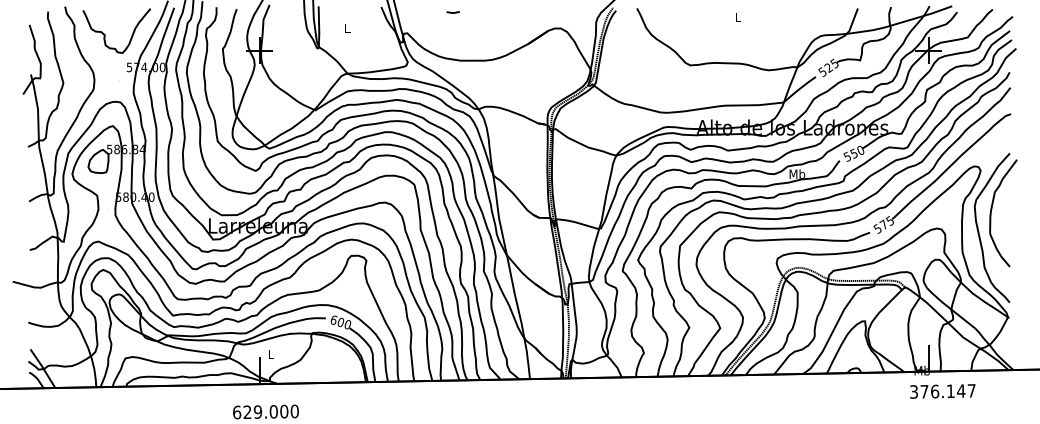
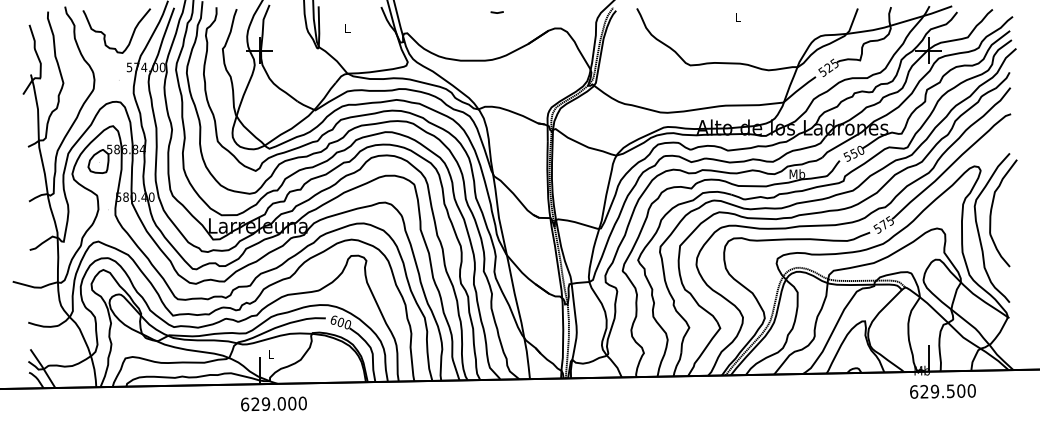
line at (452, 12) position: (452, 12) -> (496, 12)
text at (942, 391): 376.147 -> 629.500
text at (265, 411) position: (265, 411) -> (273, 403)
